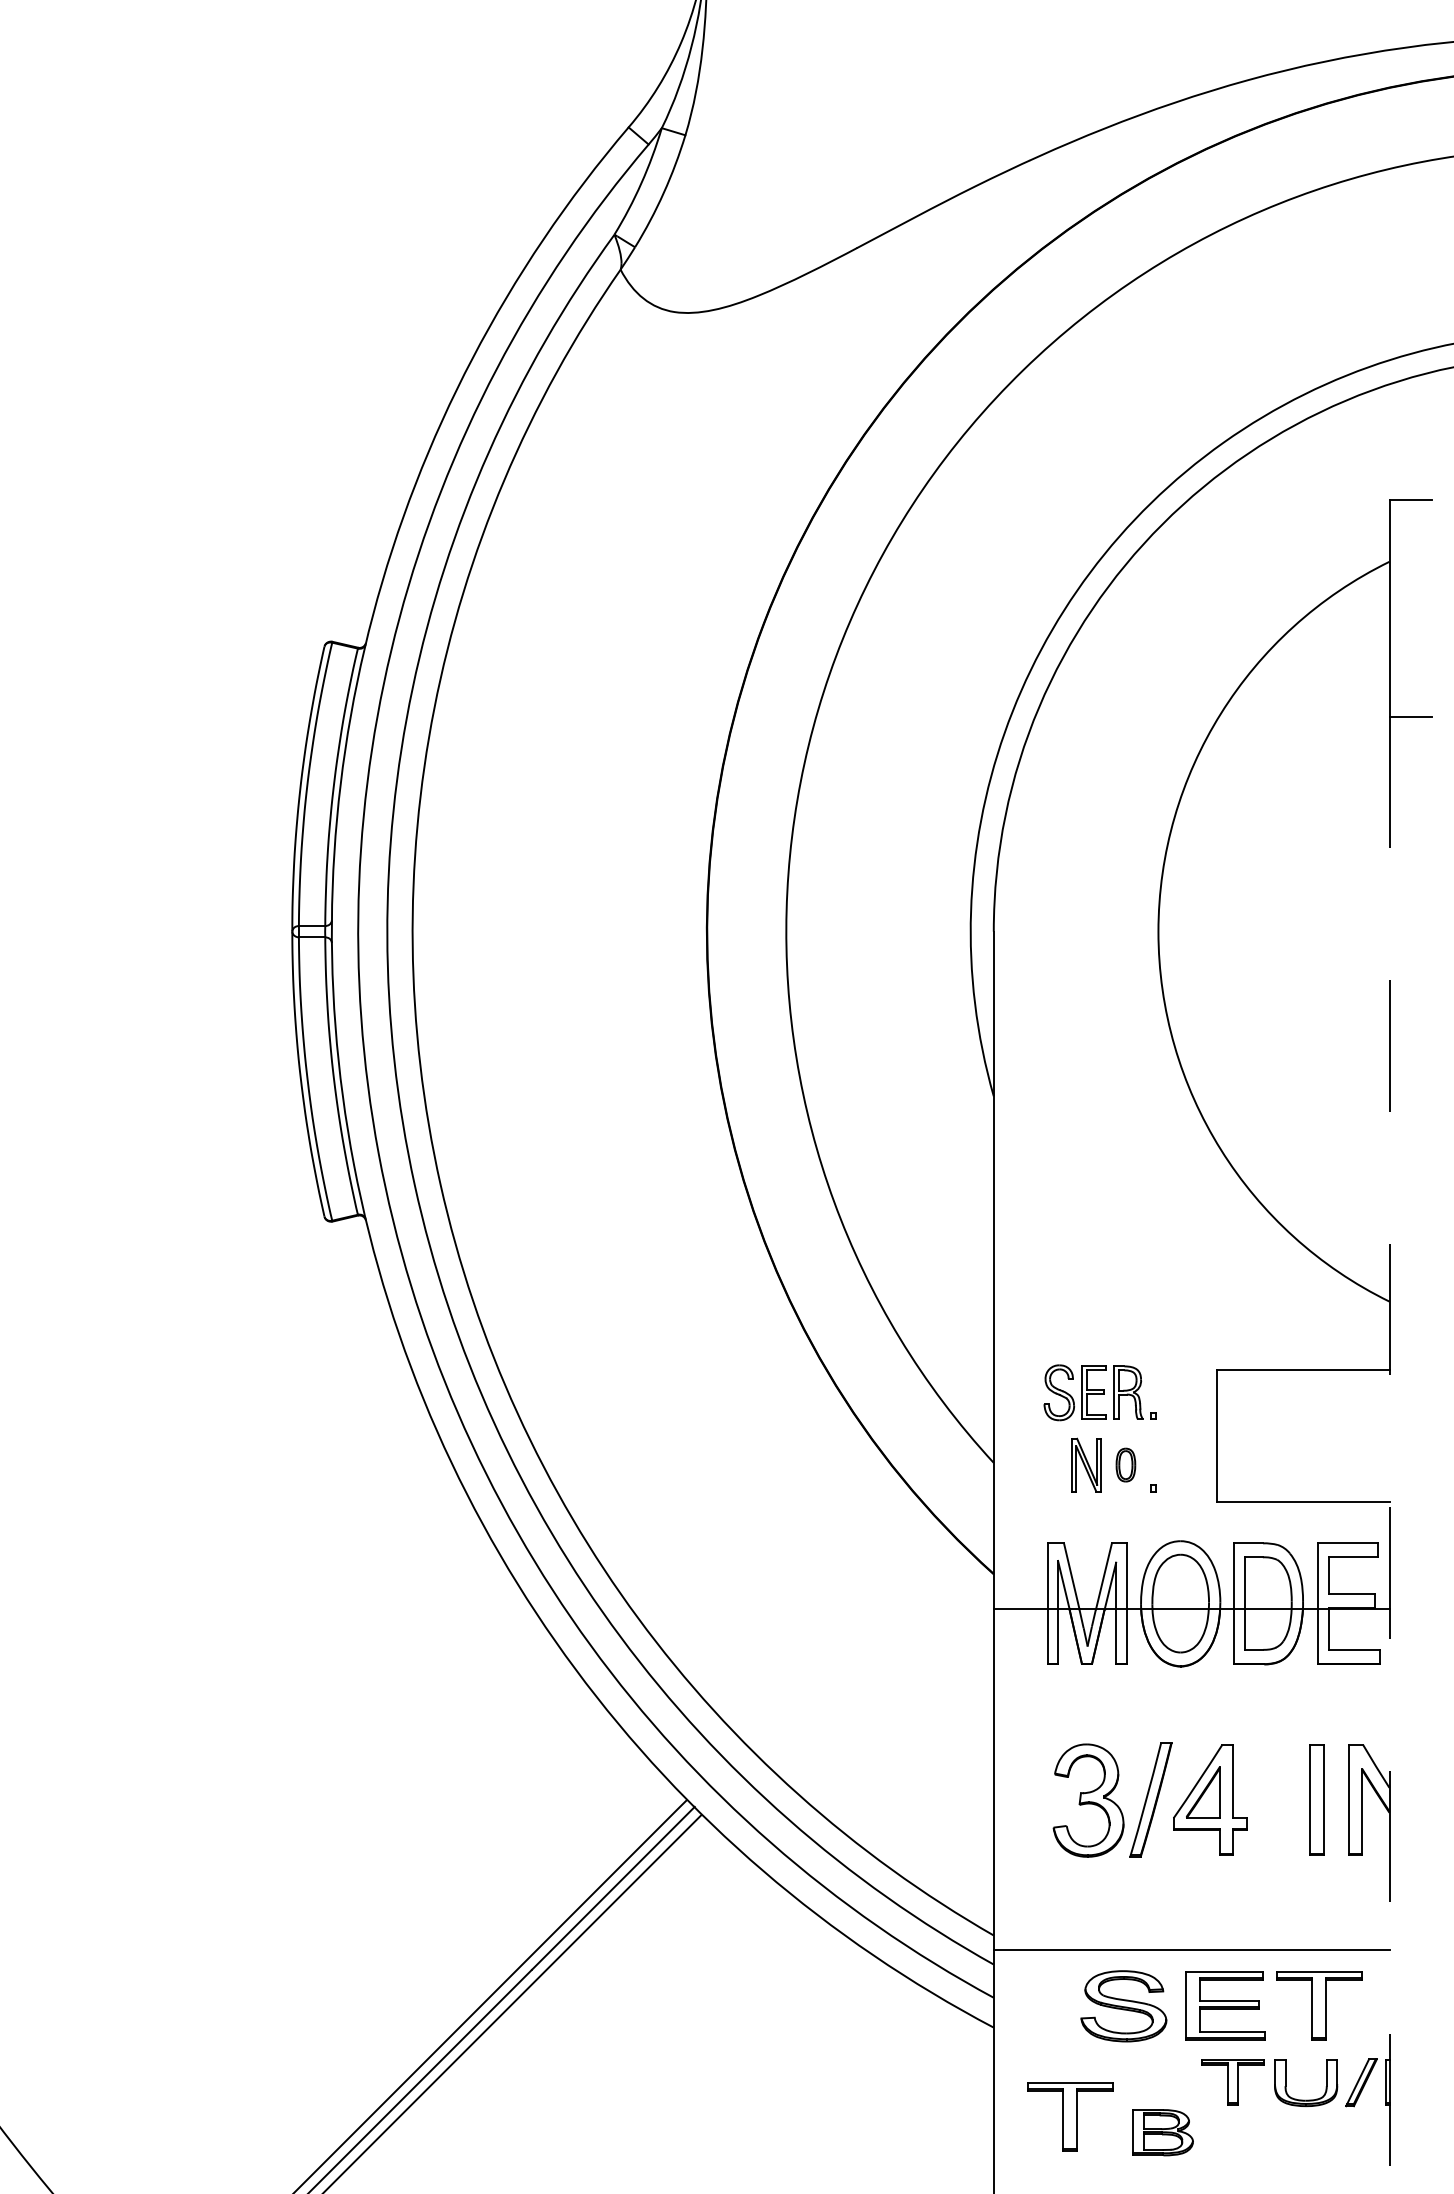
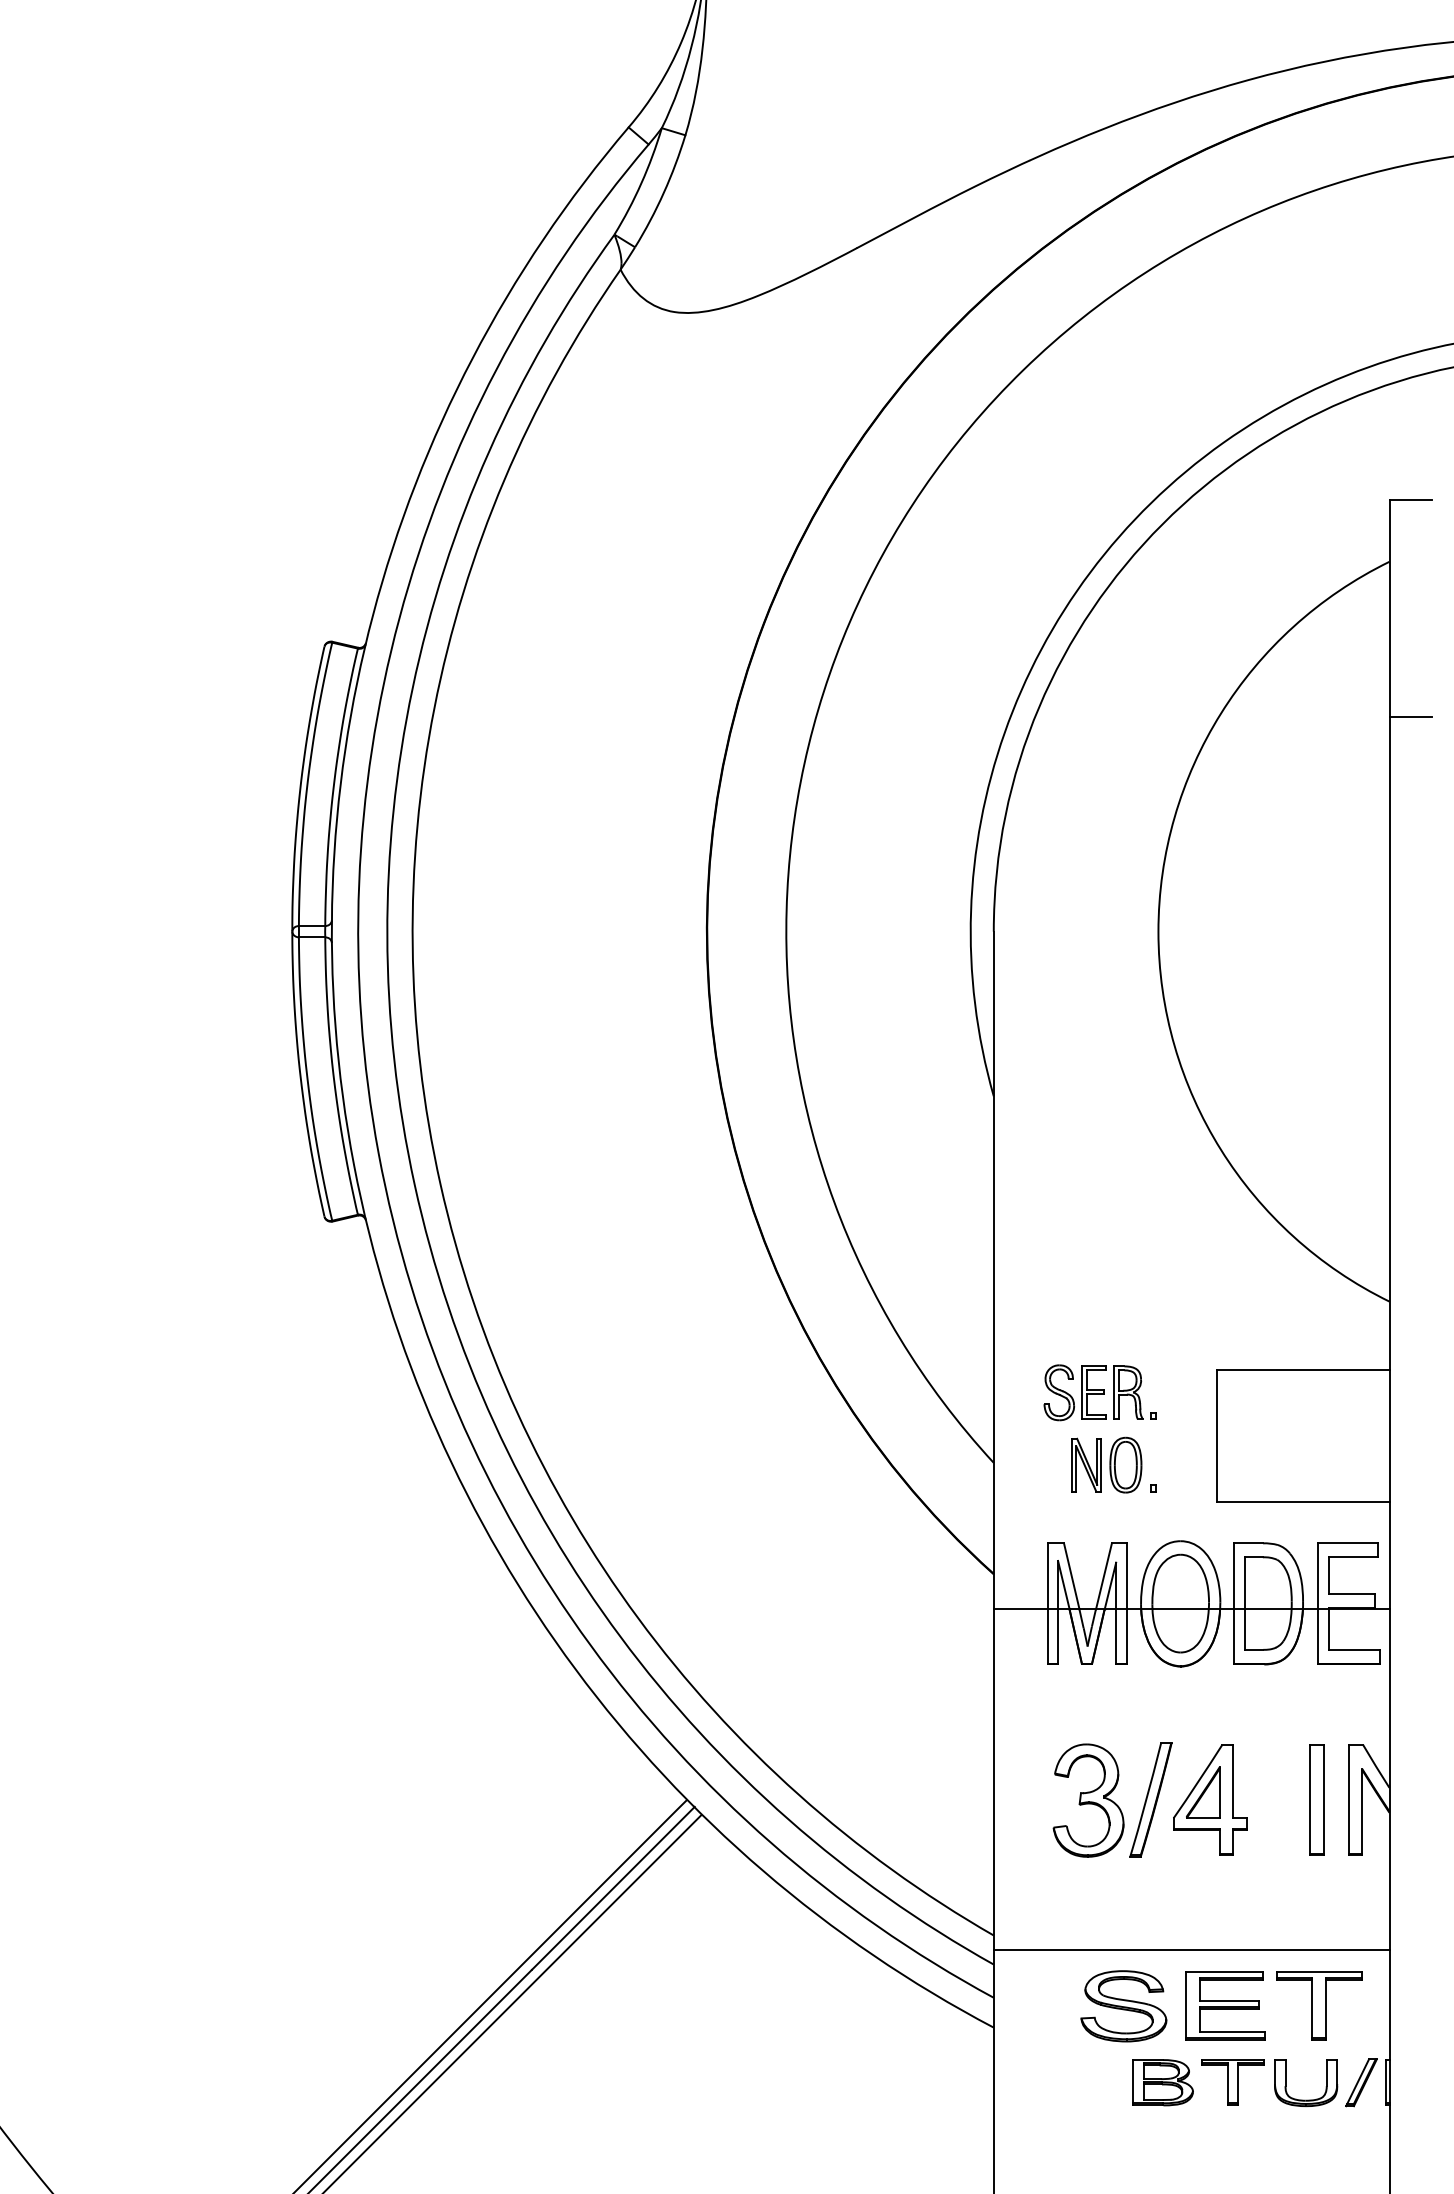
line at (1389, 1455): dashed -> solid
part at (1125, 1464) size: 22x36 px -> 34x58 px
part at (1070, 2116): present -> none
part at (1162, 2132) position: (1162, 2132) -> (1162, 2082)
